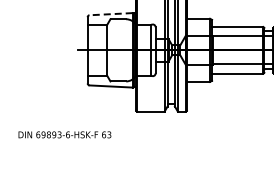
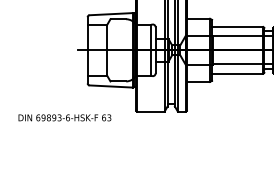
line at (111, 14): dashed -> solid
text at (64, 134) position: (64, 134) -> (64, 117)
